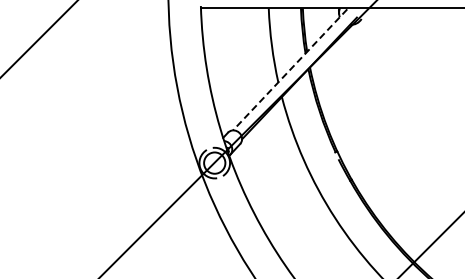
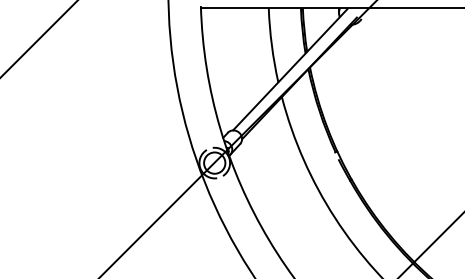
line at (289, 70): dashed -> solid
